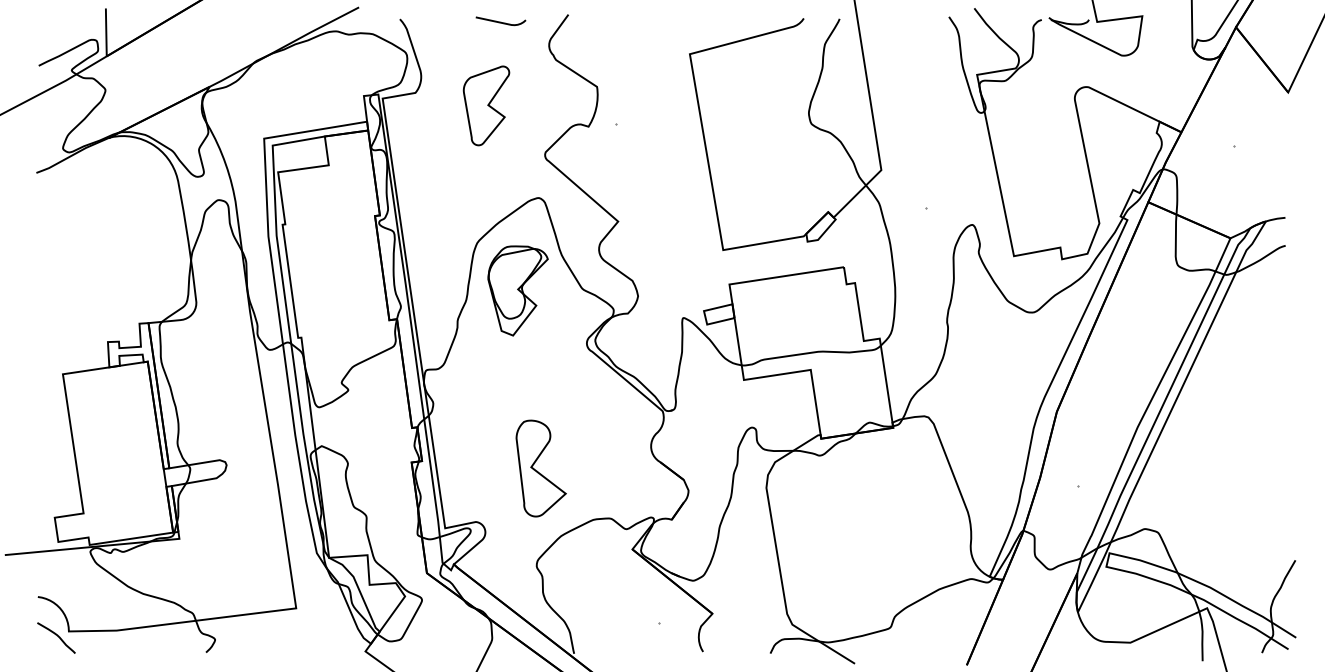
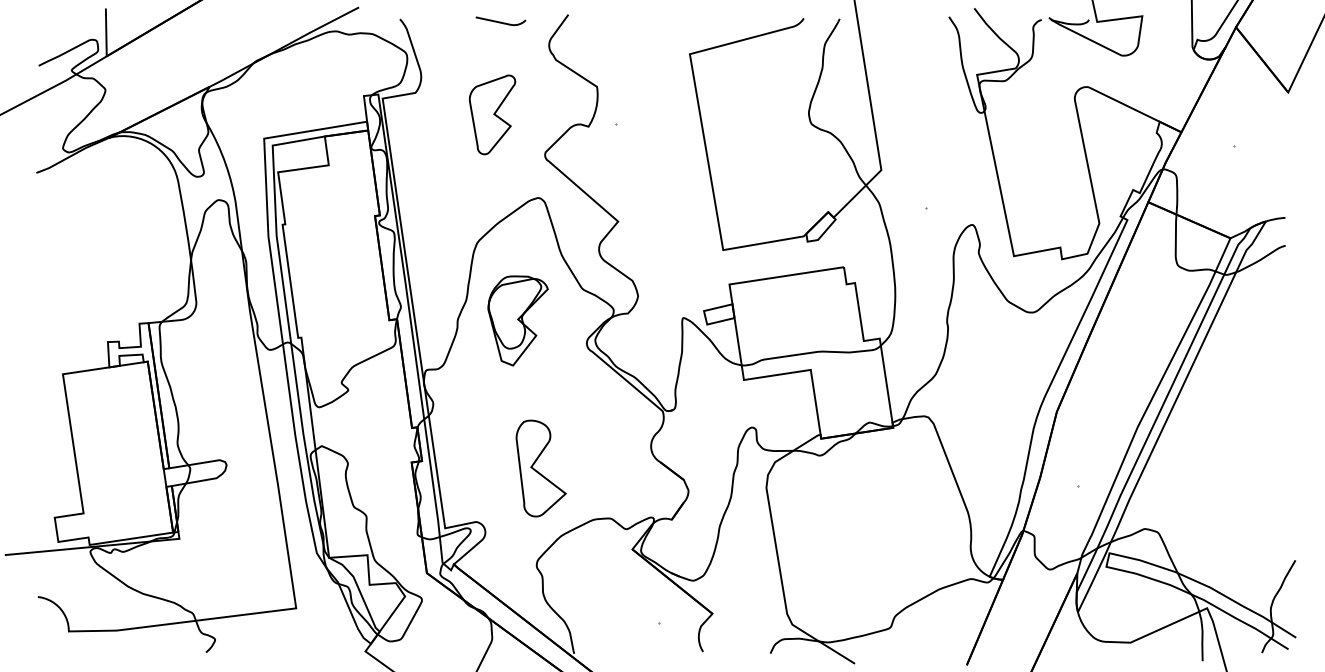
part at (486, 105) position: (486, 105) -> (492, 114)
part at (517, 290) position: (517, 290) -> (517, 320)
curve at (57, 636): present -> none
